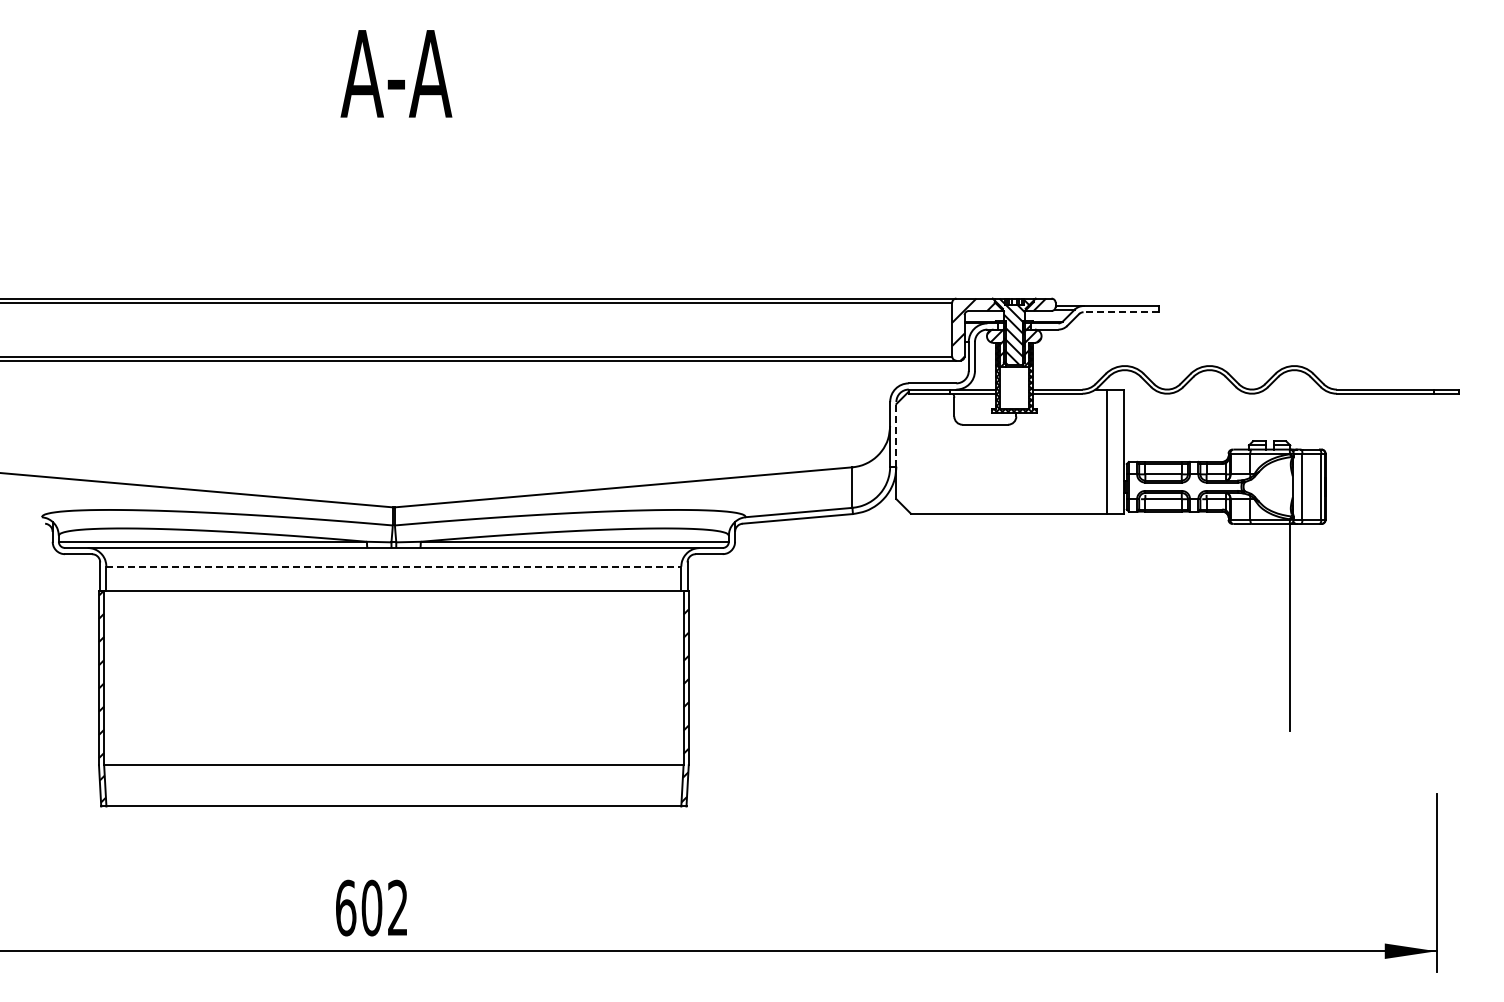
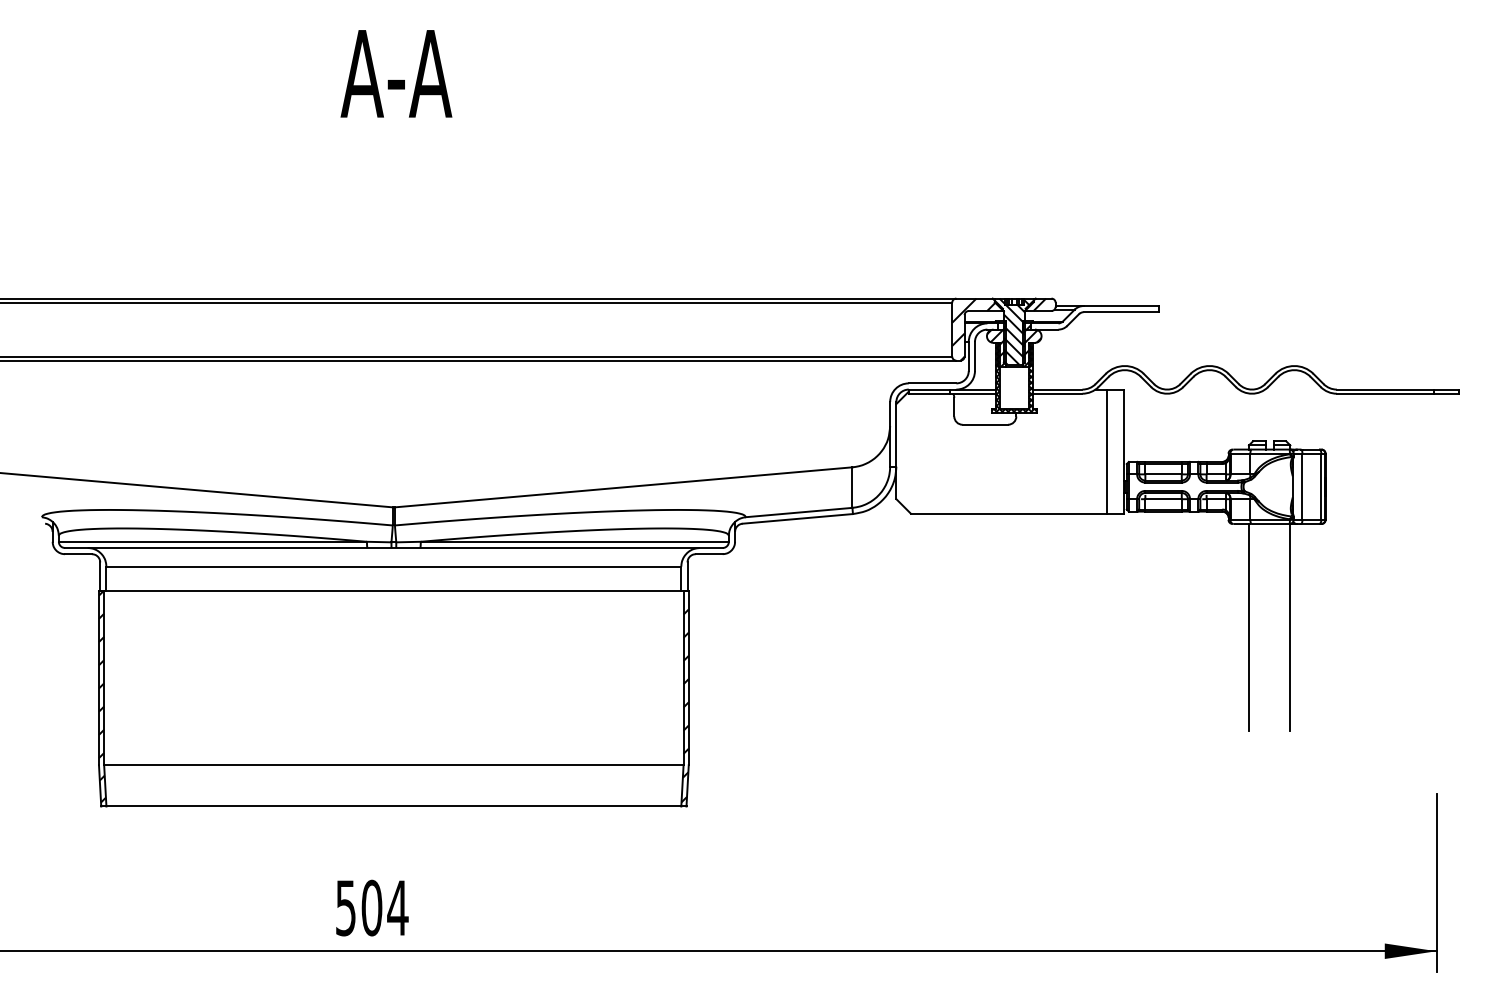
line at (1121, 312): dashed -> solid
line at (896, 433): dashed -> solid
line at (394, 566): dashed -> solid
line at (1248, 627): none -> present
text at (372, 907): 602 -> 504
